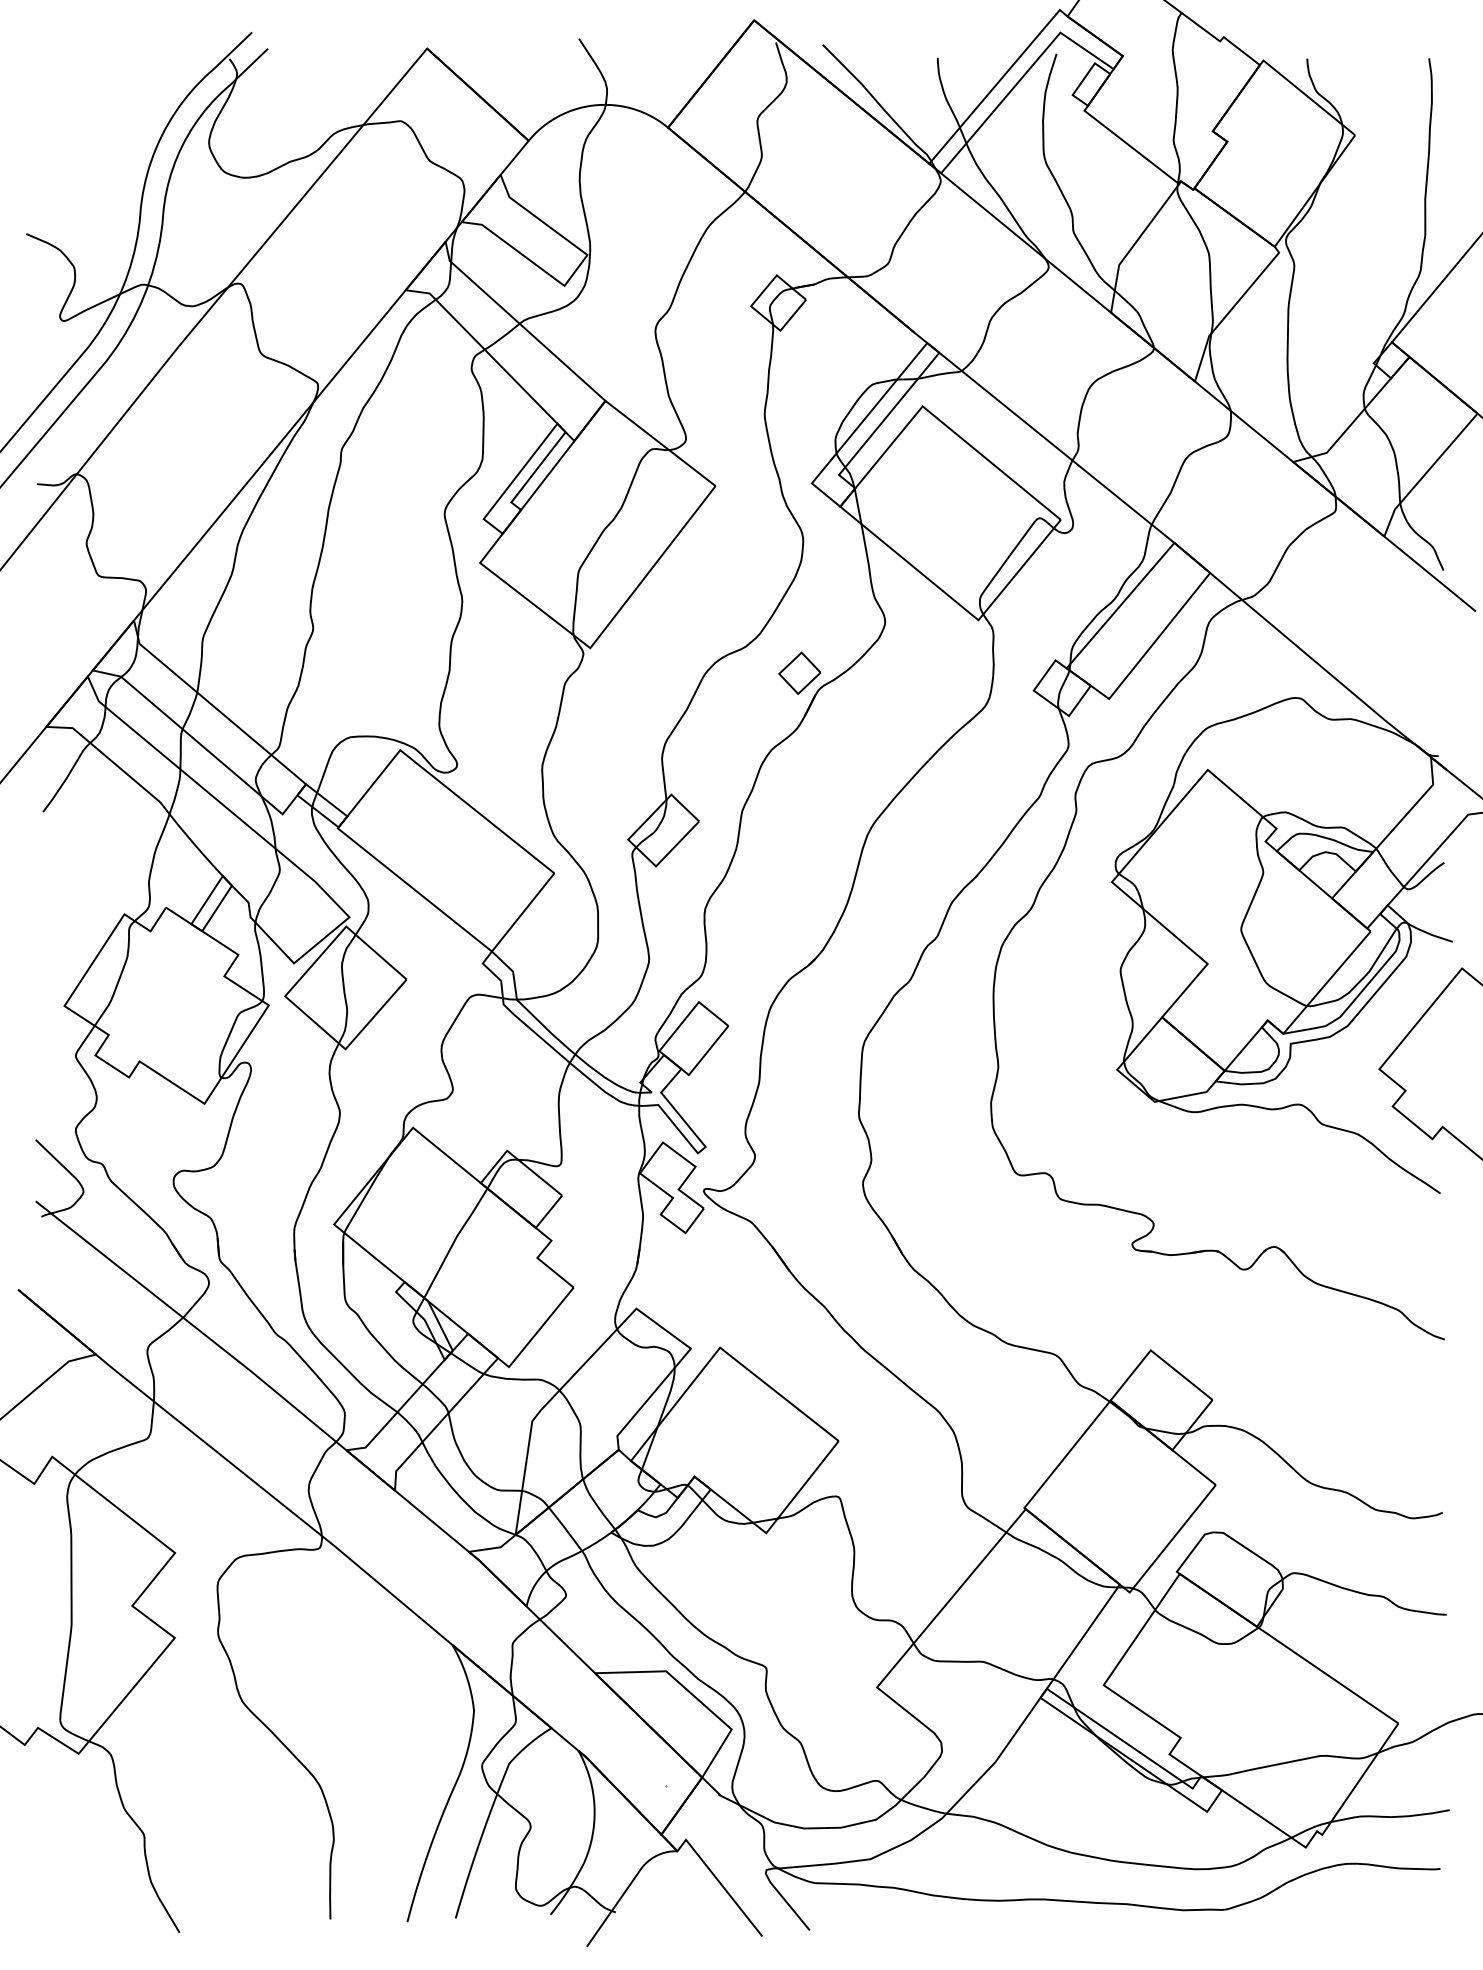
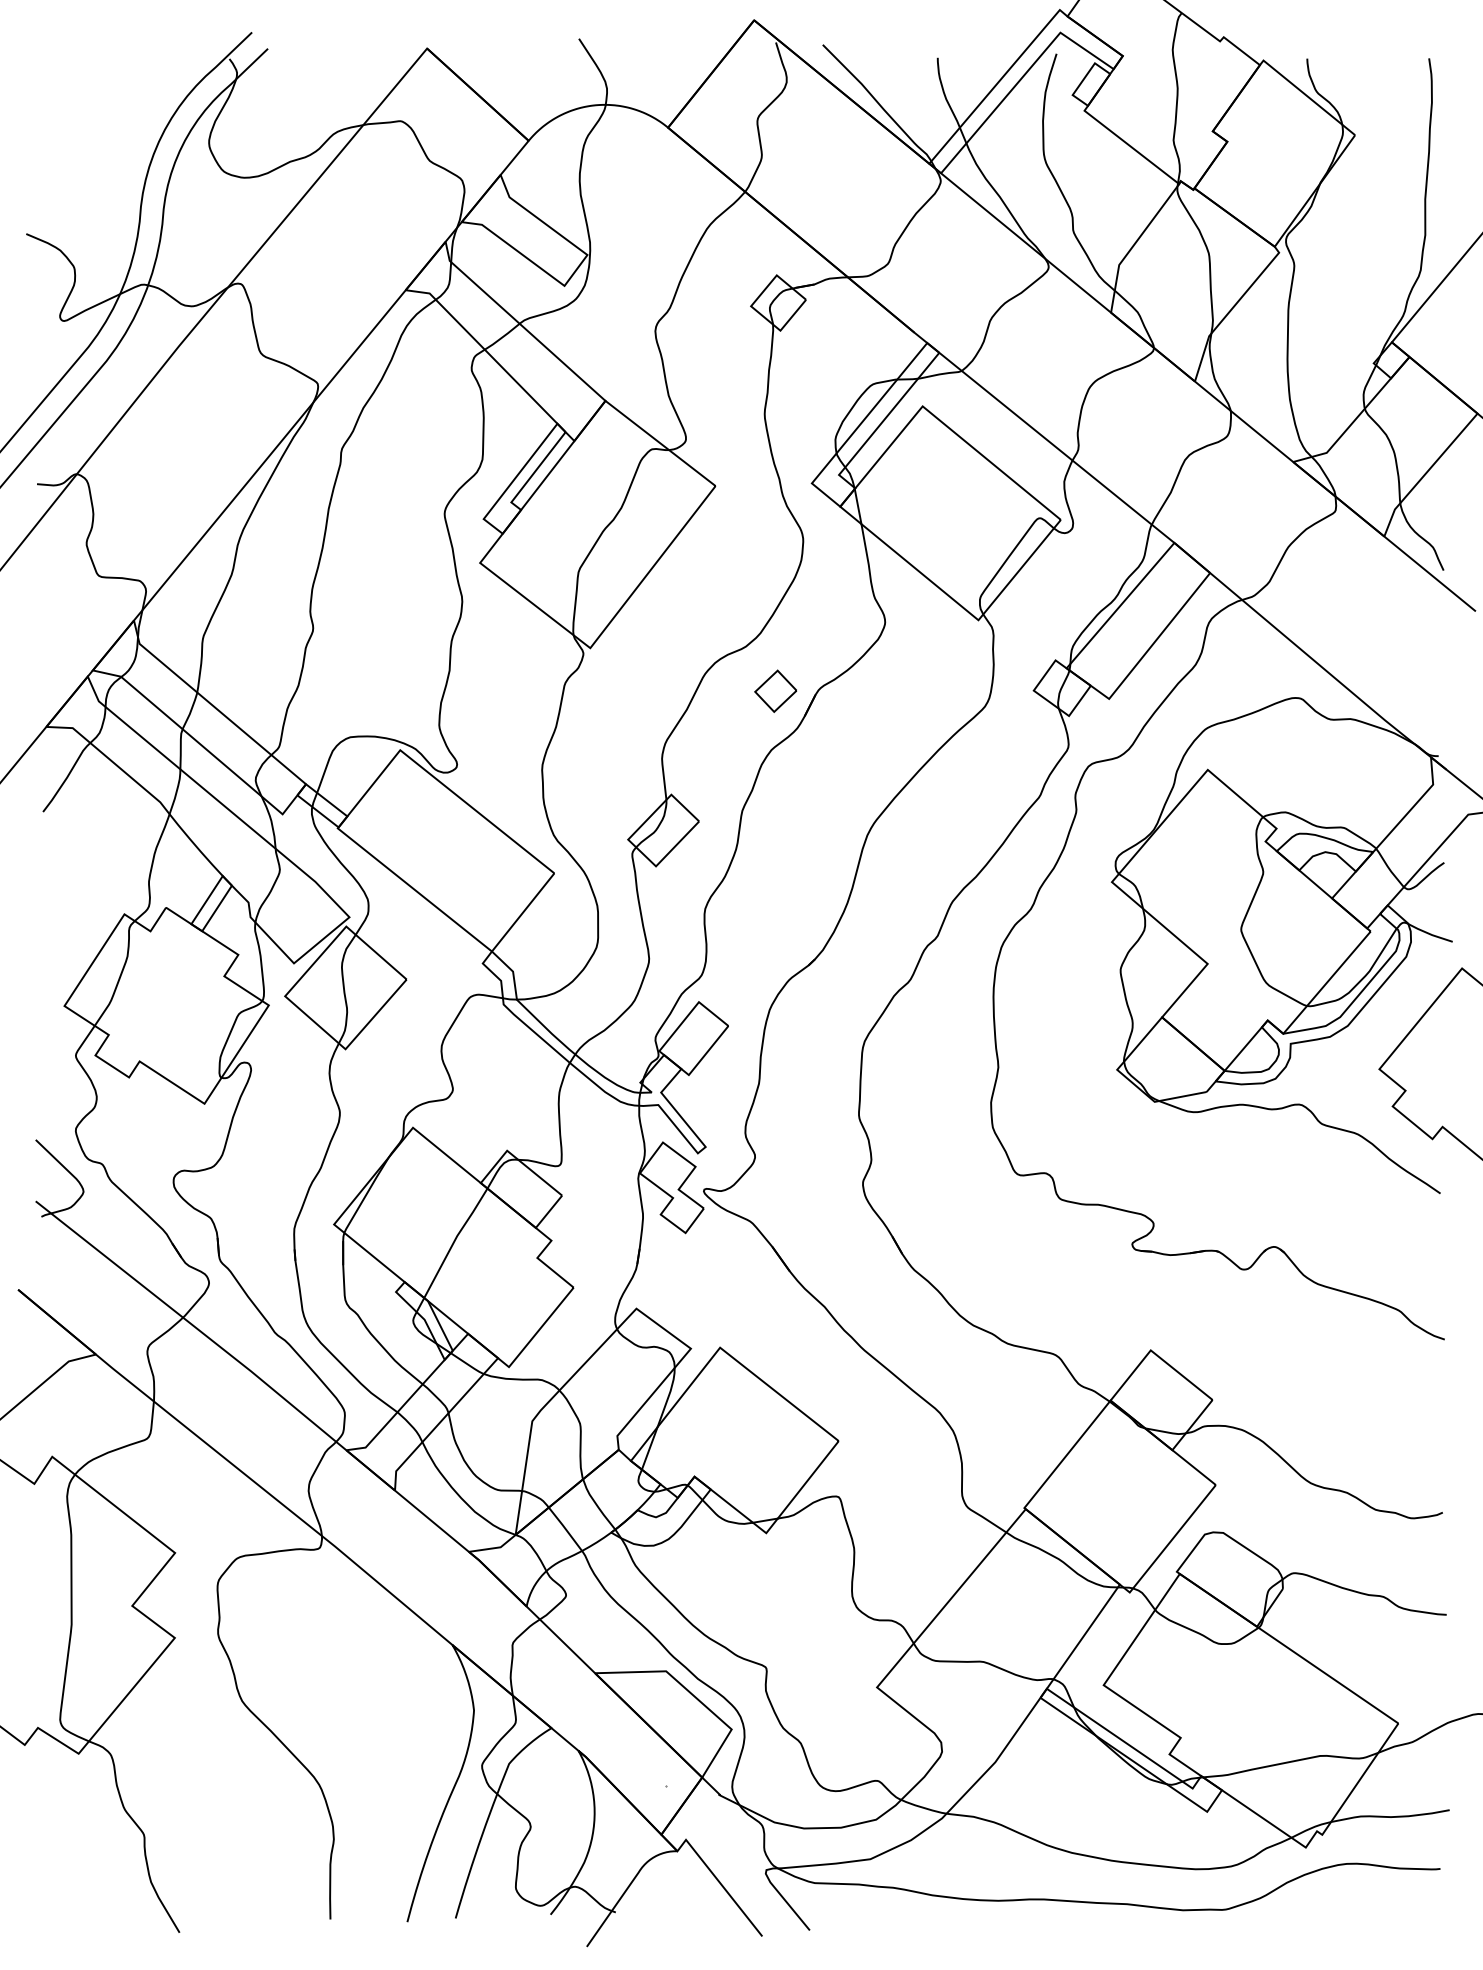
part at (799, 672) position: (799, 672) -> (775, 690)
